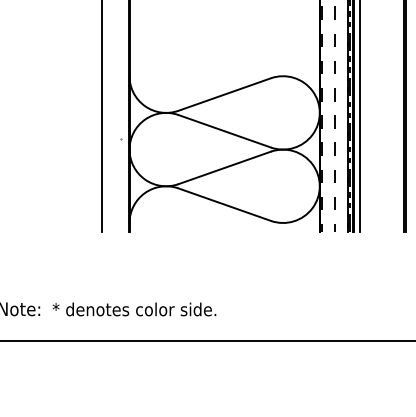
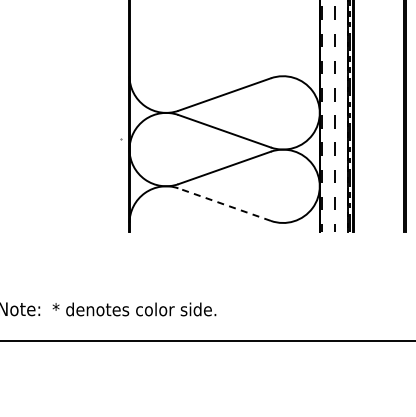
line at (101, 116): present -> none
line at (359, 116): present -> none
line at (224, 204): solid -> dashed
